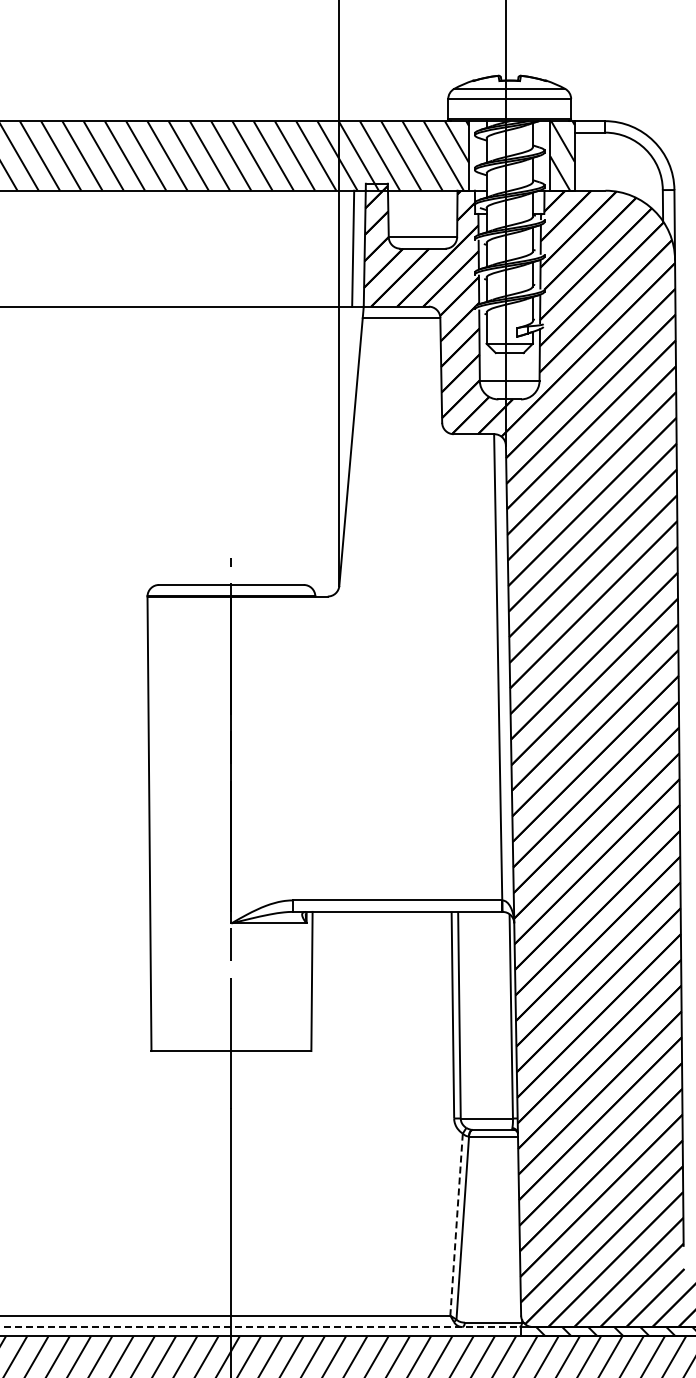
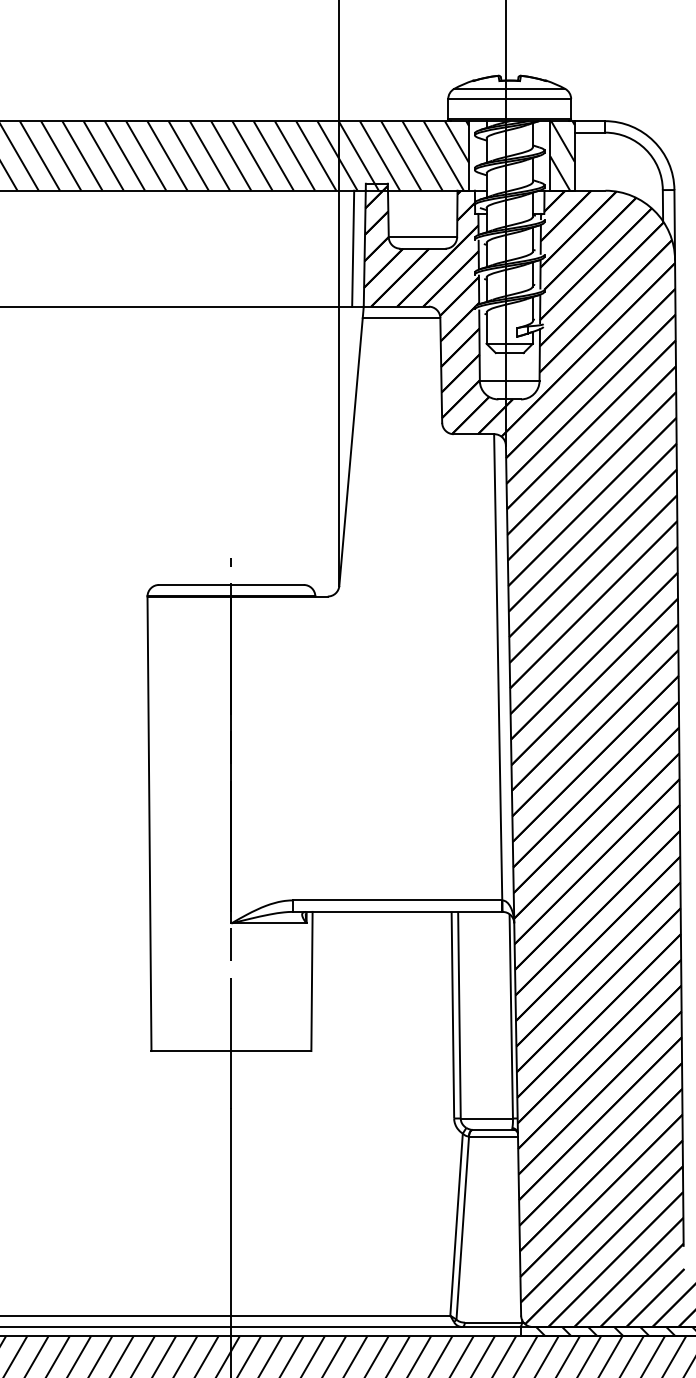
line at (456, 1225): dashed -> solid
line at (261, 1327): dashed -> solid
